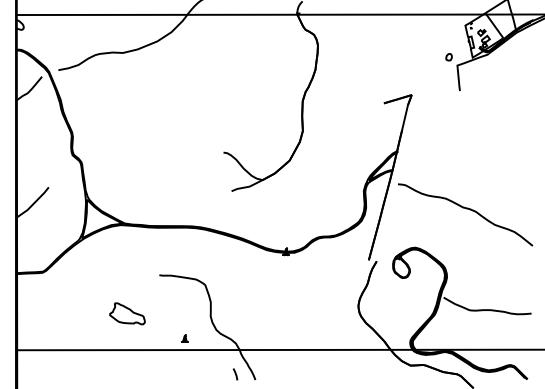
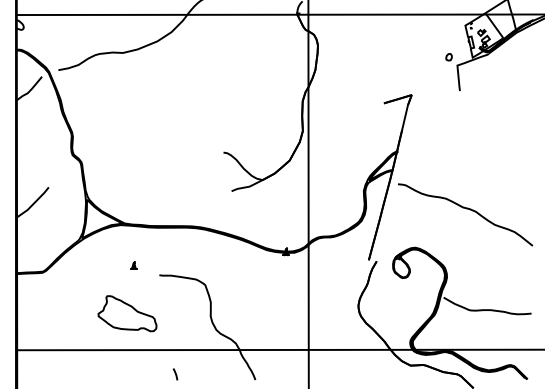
line at (308, 193): none -> present
part at (127, 313) size: 37x24 px -> 61x38 px
part at (184, 338) position: (184, 338) -> (133, 265)
line at (235, 374) position: (235, 374) -> (175, 374)
